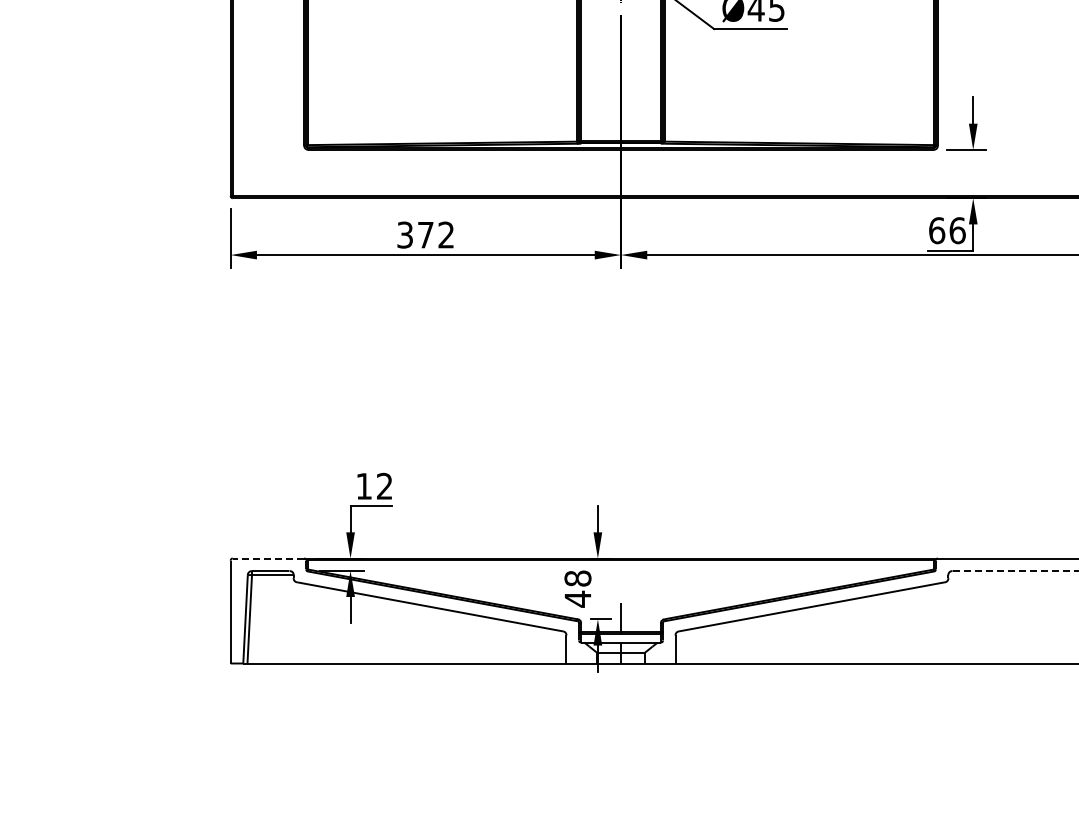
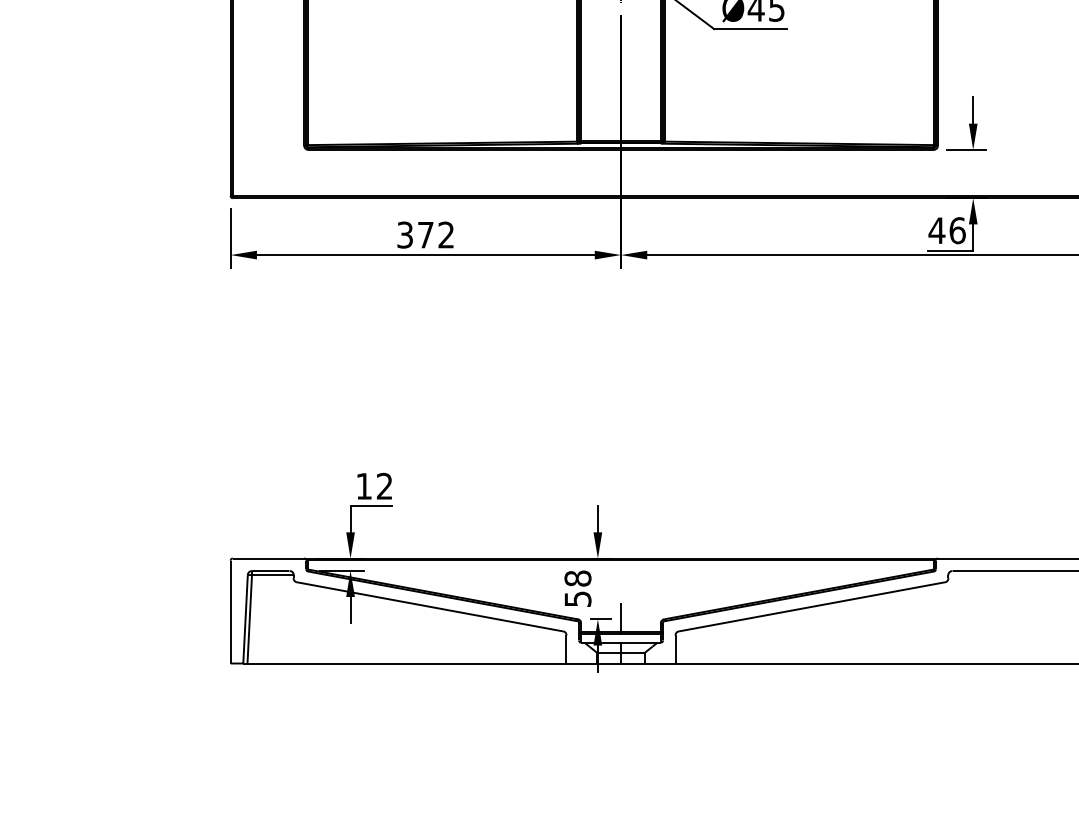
text at (936, 230): 66 -> 46
line at (268, 558): dashed -> solid
line at (1015, 571): dashed -> solid
text at (577, 598): 48 -> 58
